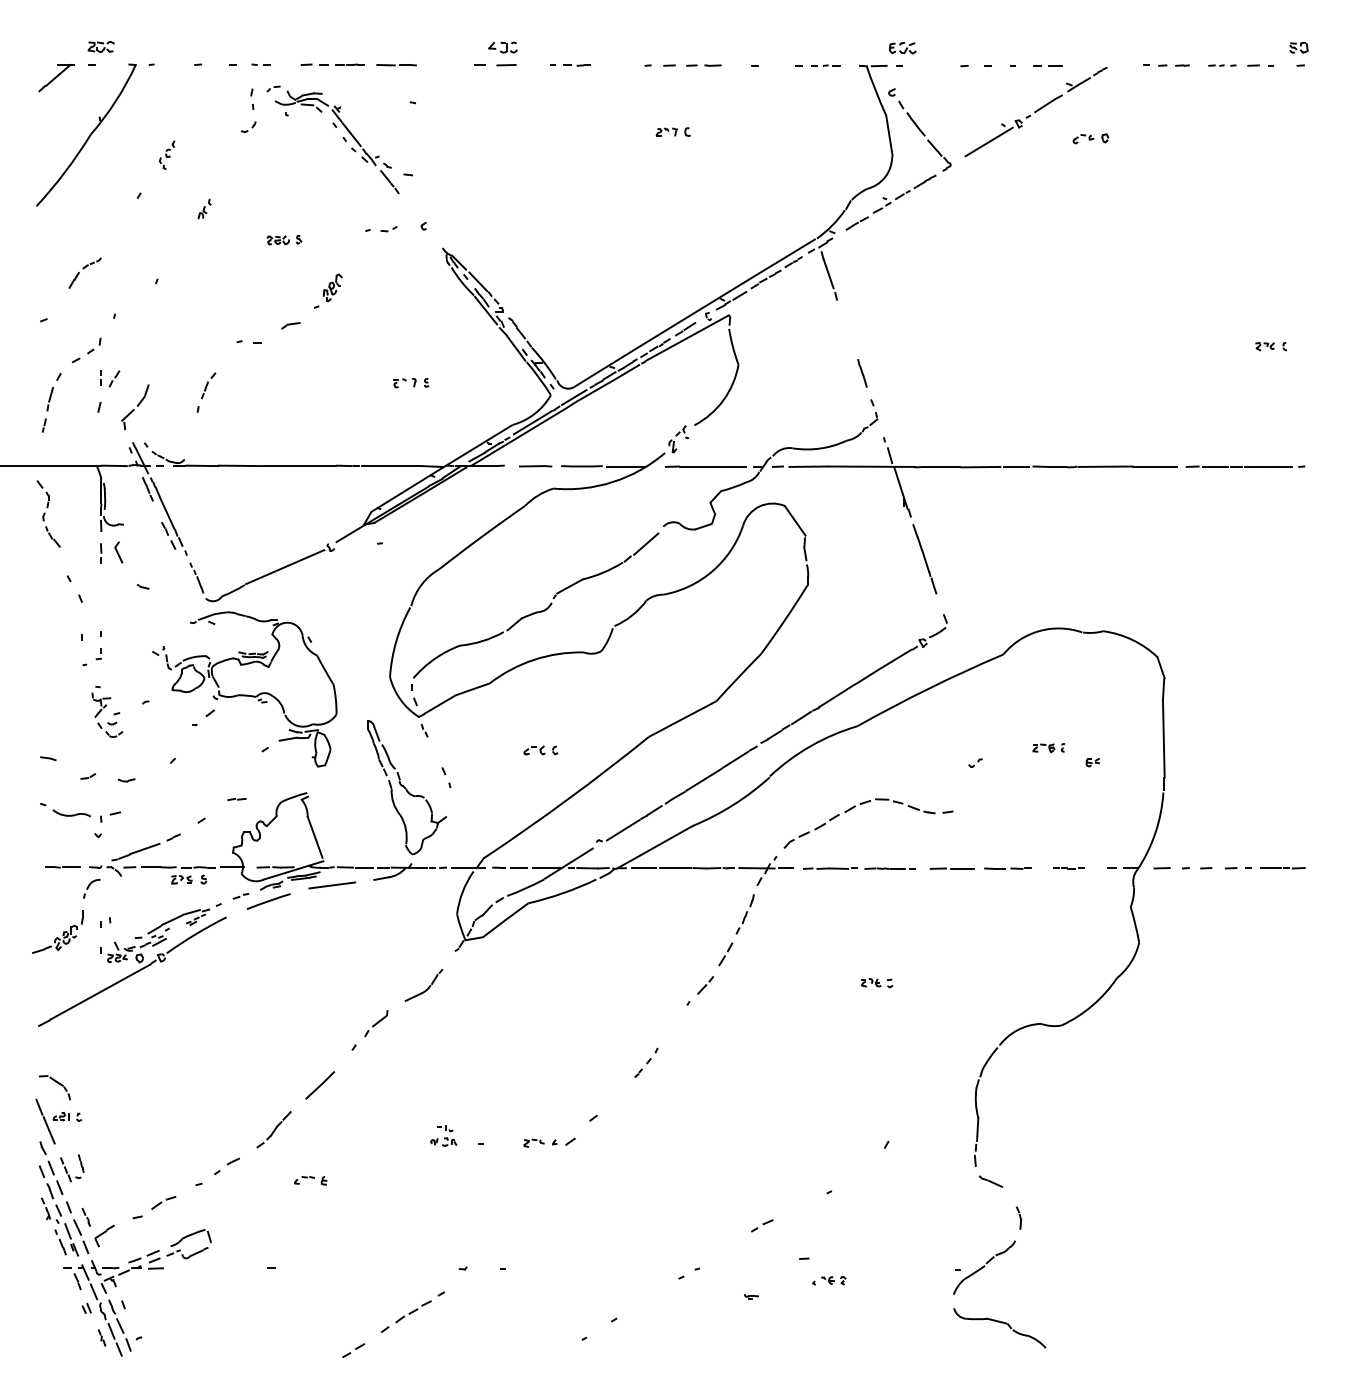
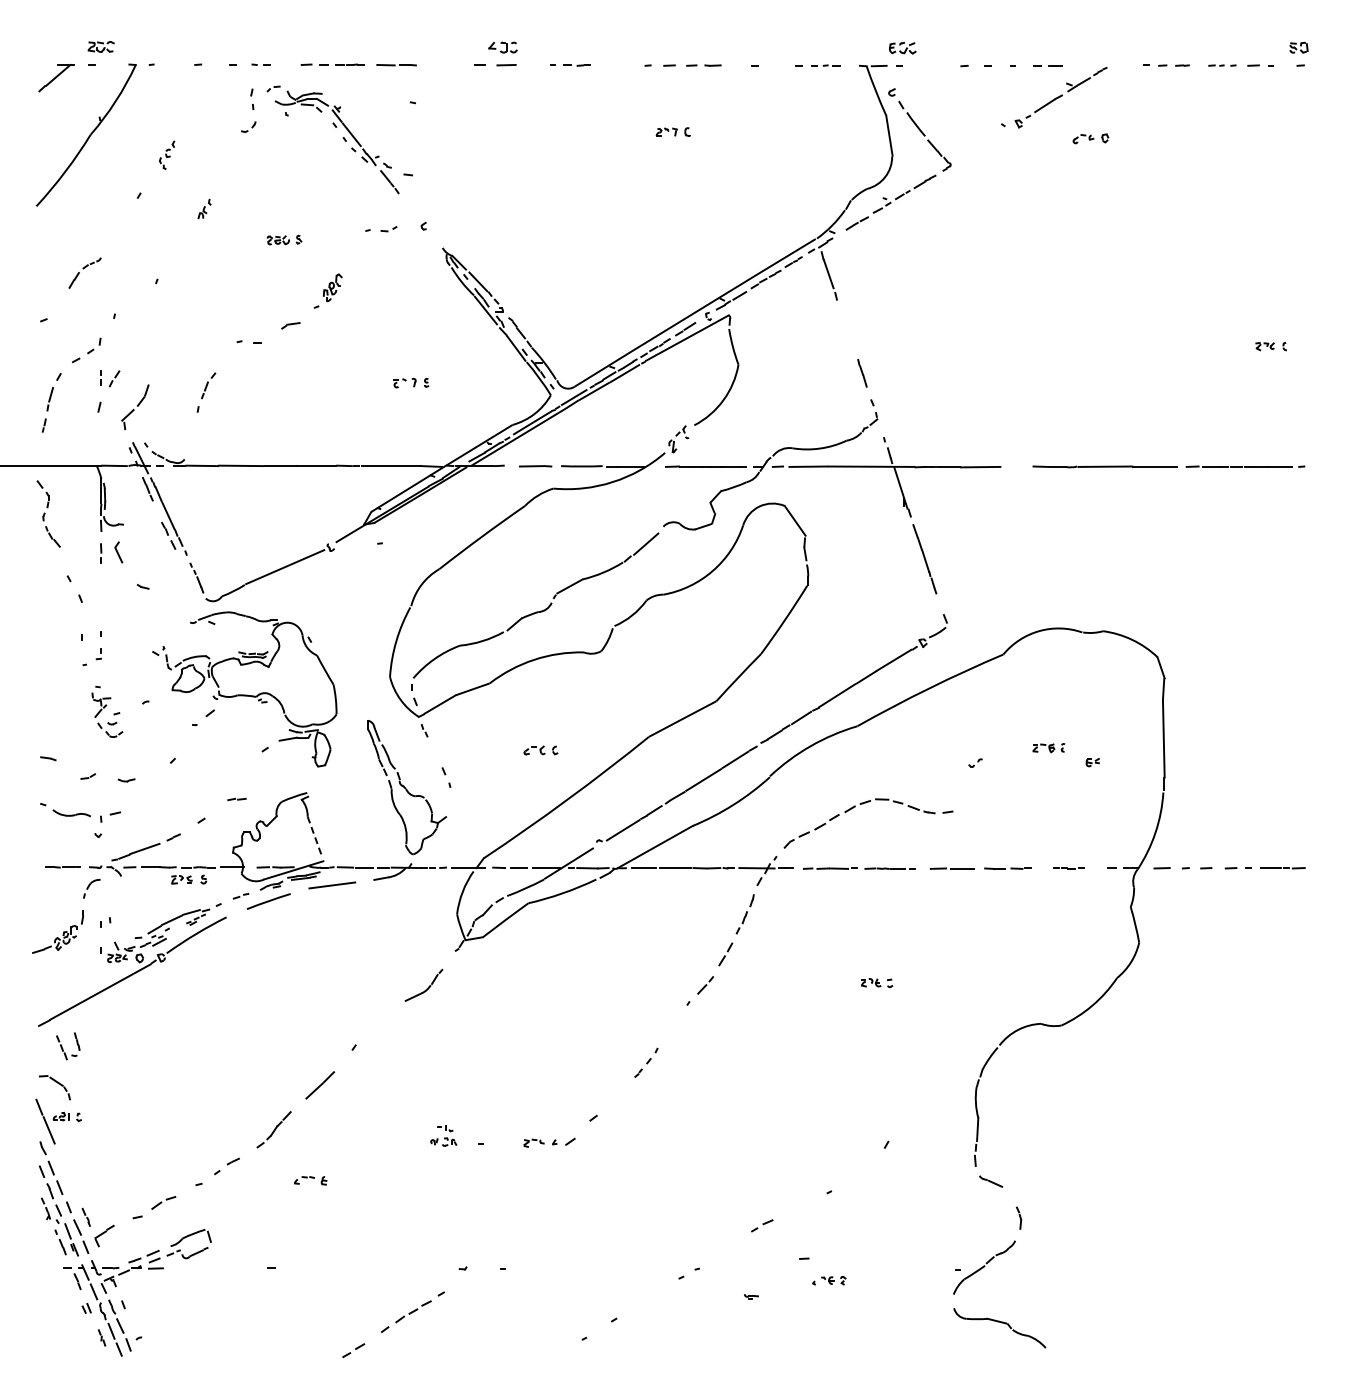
line at (988, 141): present -> none
line at (1016, 466): present -> none
line at (315, 837): solid -> dashed
part at (376, 1023): present -> none
part at (72, 1168) position: (72, 1168) -> (68, 1046)
